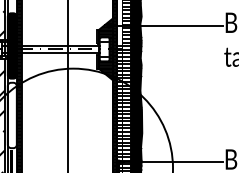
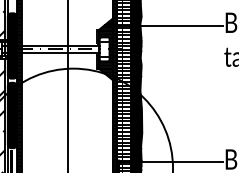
hatch at (119, 22): none -> present
fill at (11, 115): none -> present
